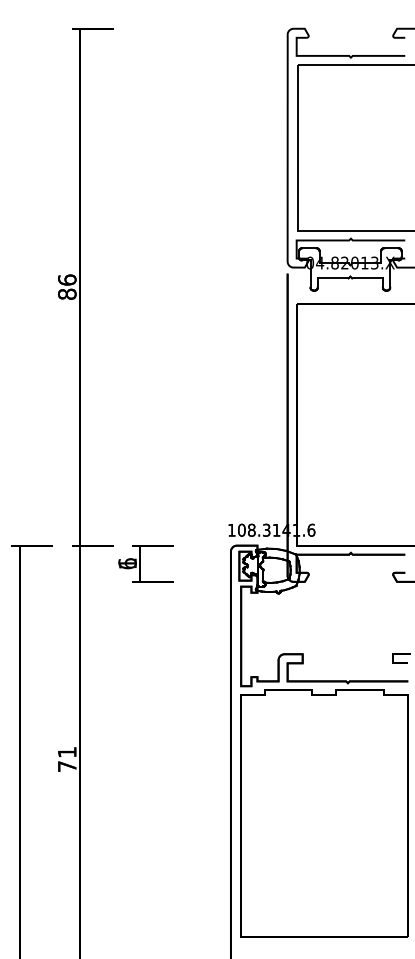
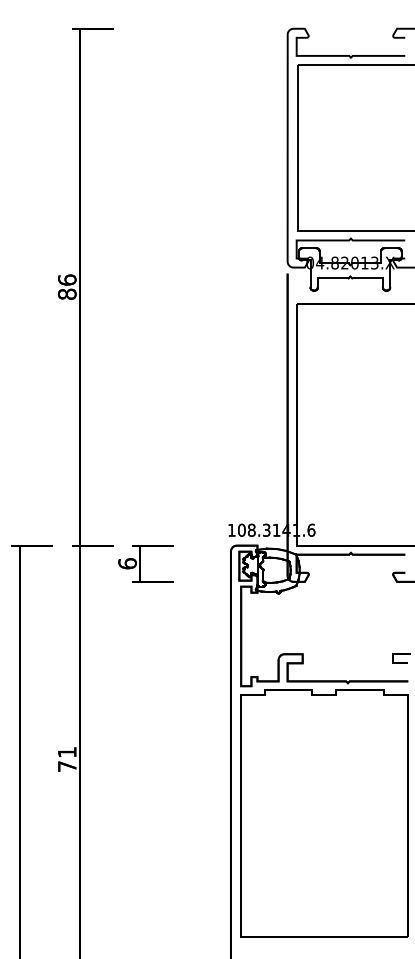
text at (127, 563): 1 -> 6
